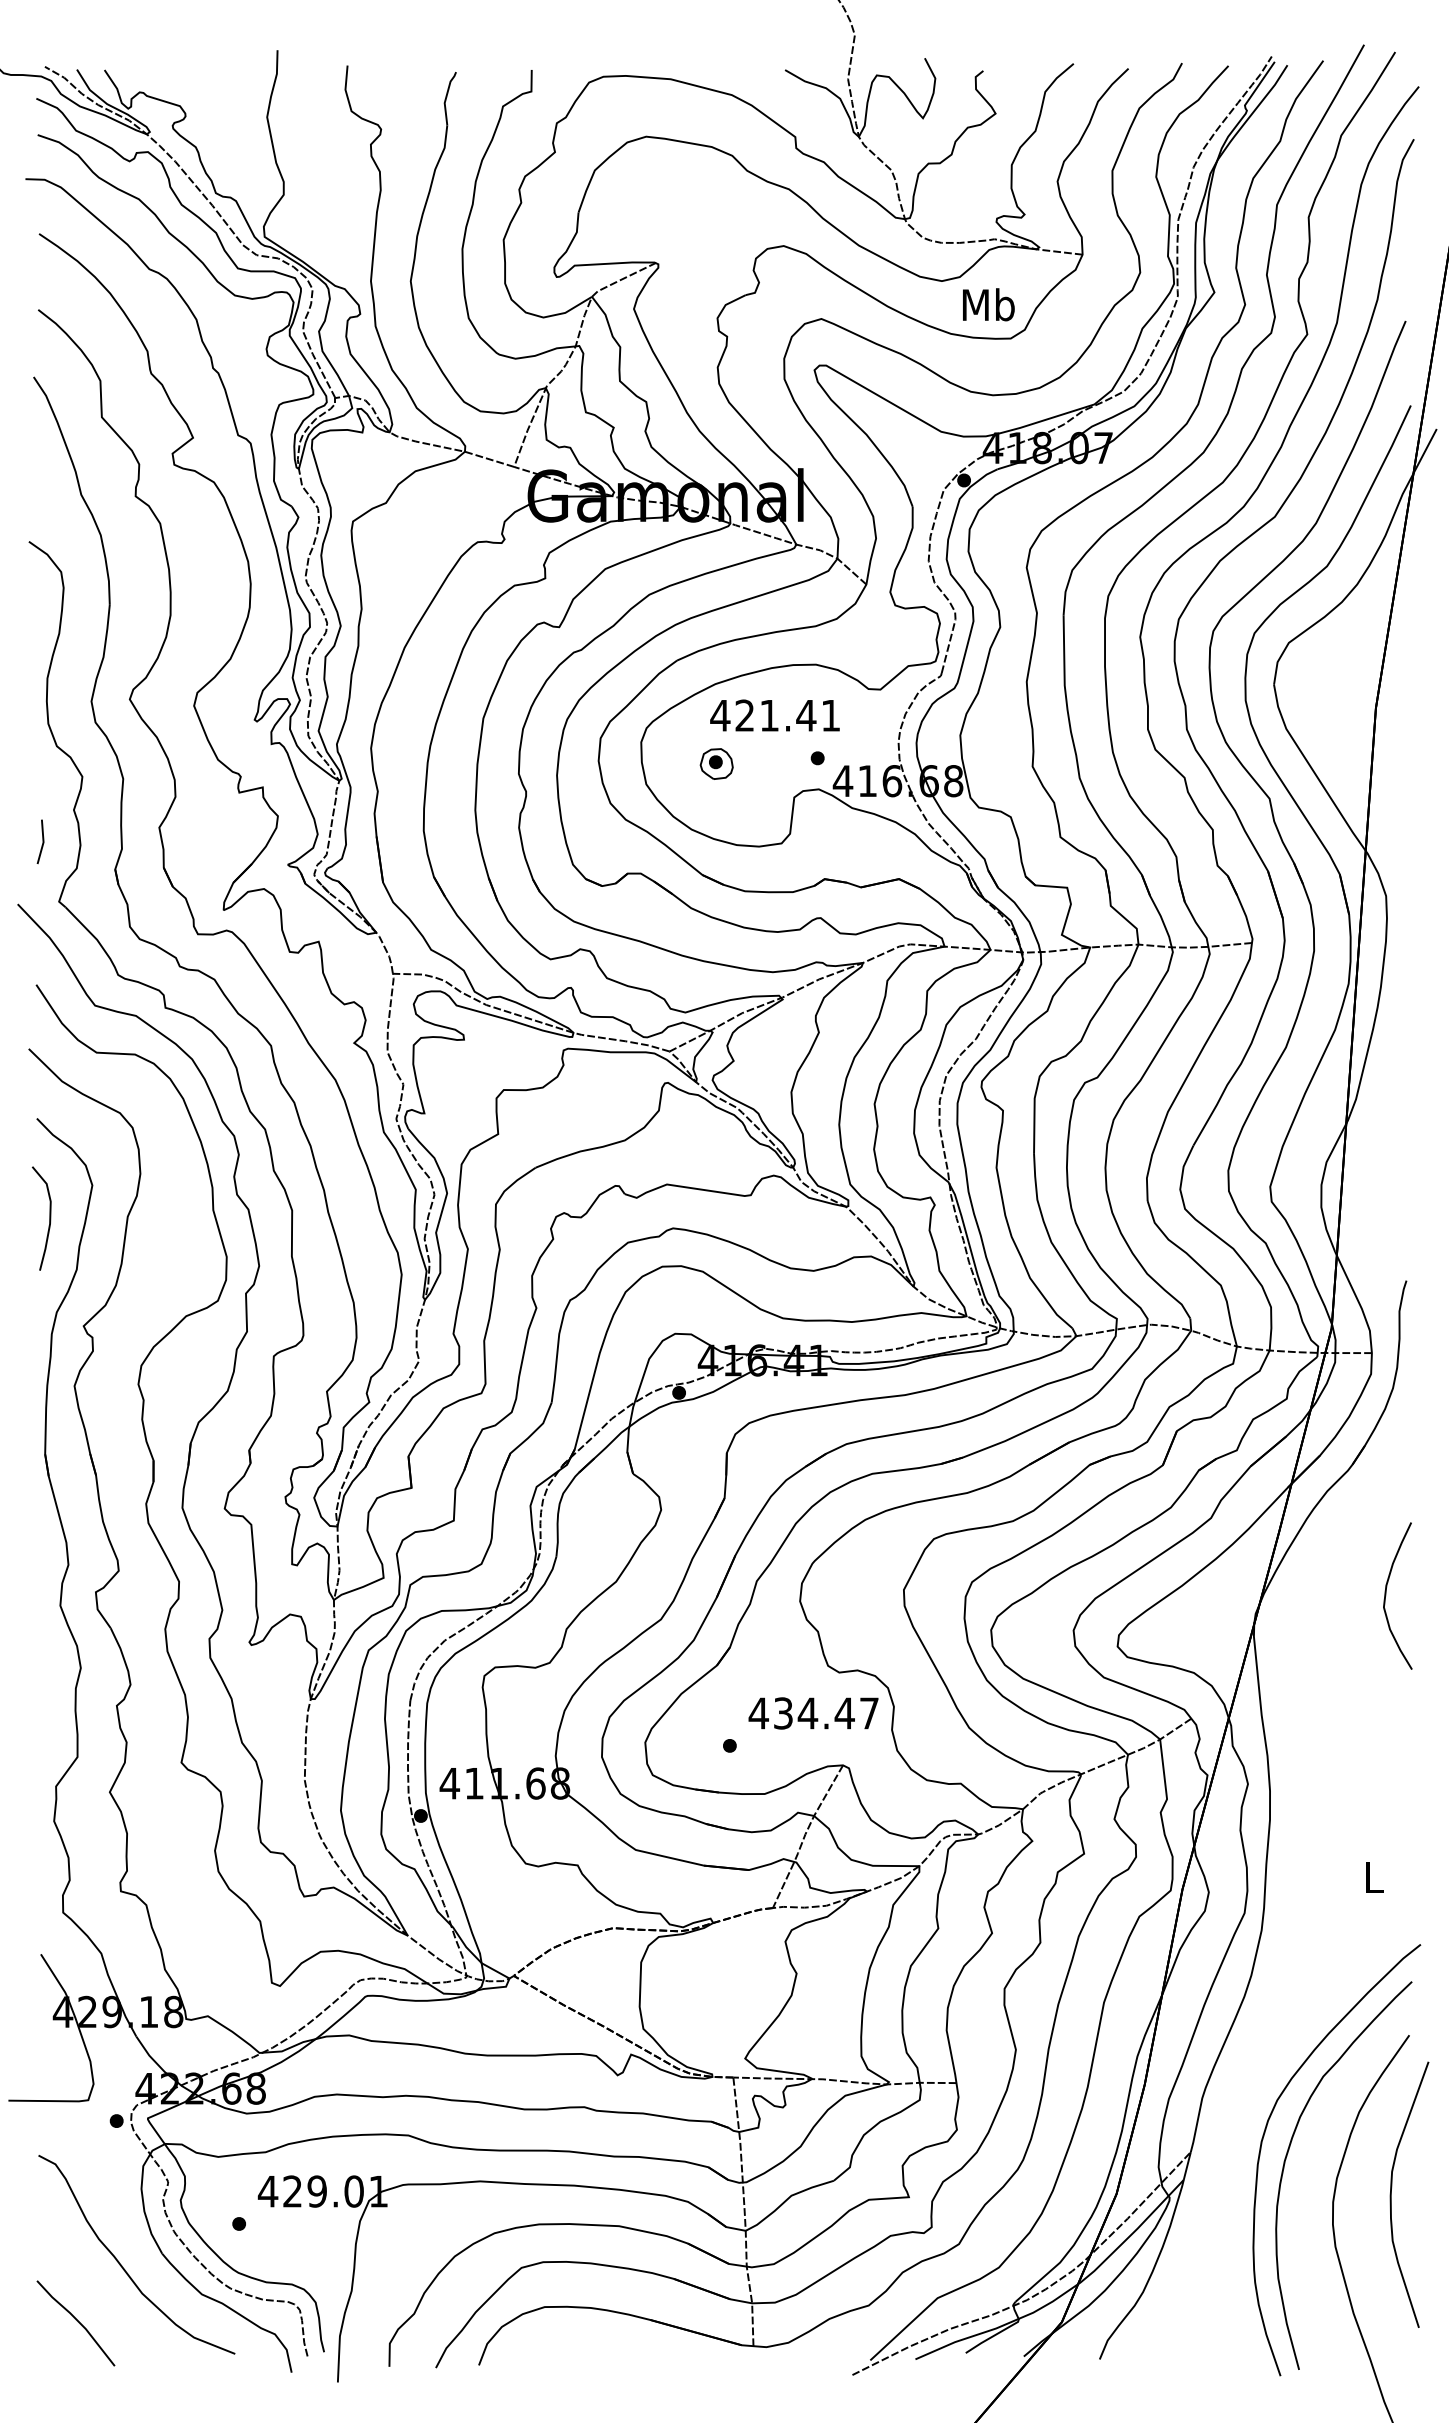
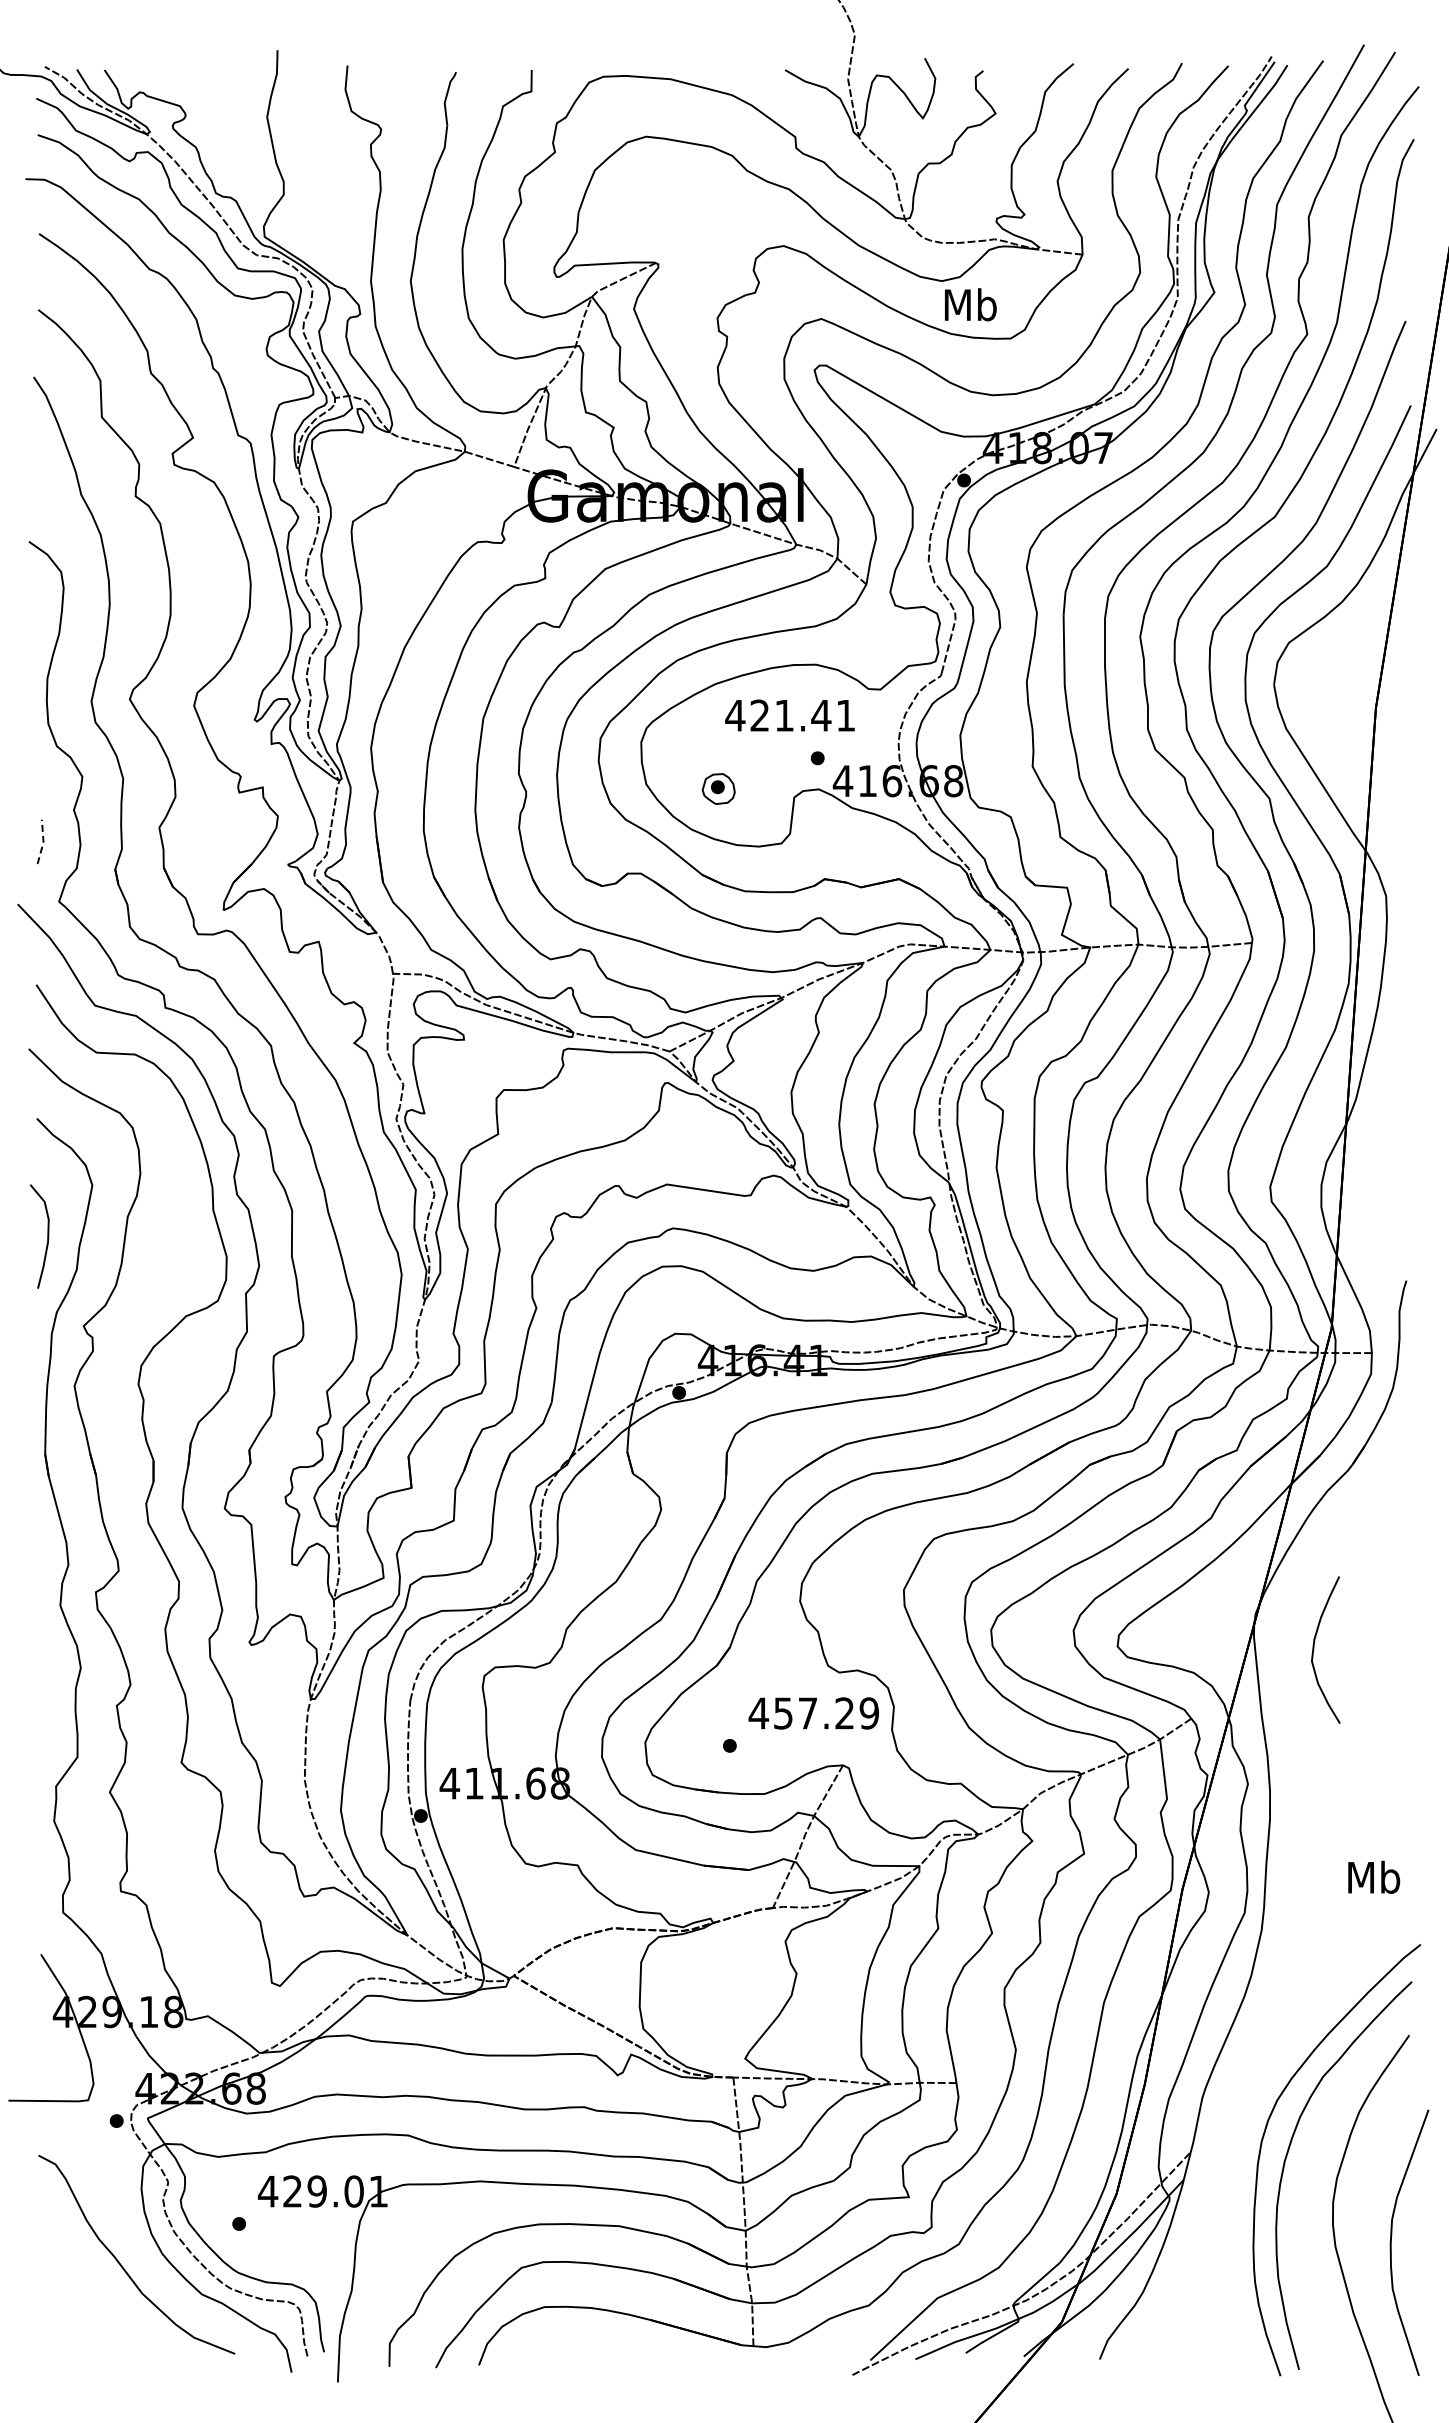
text at (988, 304) position: (988, 304) -> (970, 304)
text at (774, 715) position: (774, 715) -> (789, 715)
part at (716, 763) position: (716, 763) -> (718, 788)
line at (43, 842): solid -> dashed
curve at (49, 1218) position: (49, 1218) -> (47, 1236)
curve at (1386, 1595) position: (1386, 1595) -> (1314, 1649)
text at (826, 1713): 434.47 -> 457.29
text at (1374, 1876): L -> Mb
curve at (1391, 2194) position: (1391, 2194) -> (1391, 2242)
line at (77, 2321): present -> none
